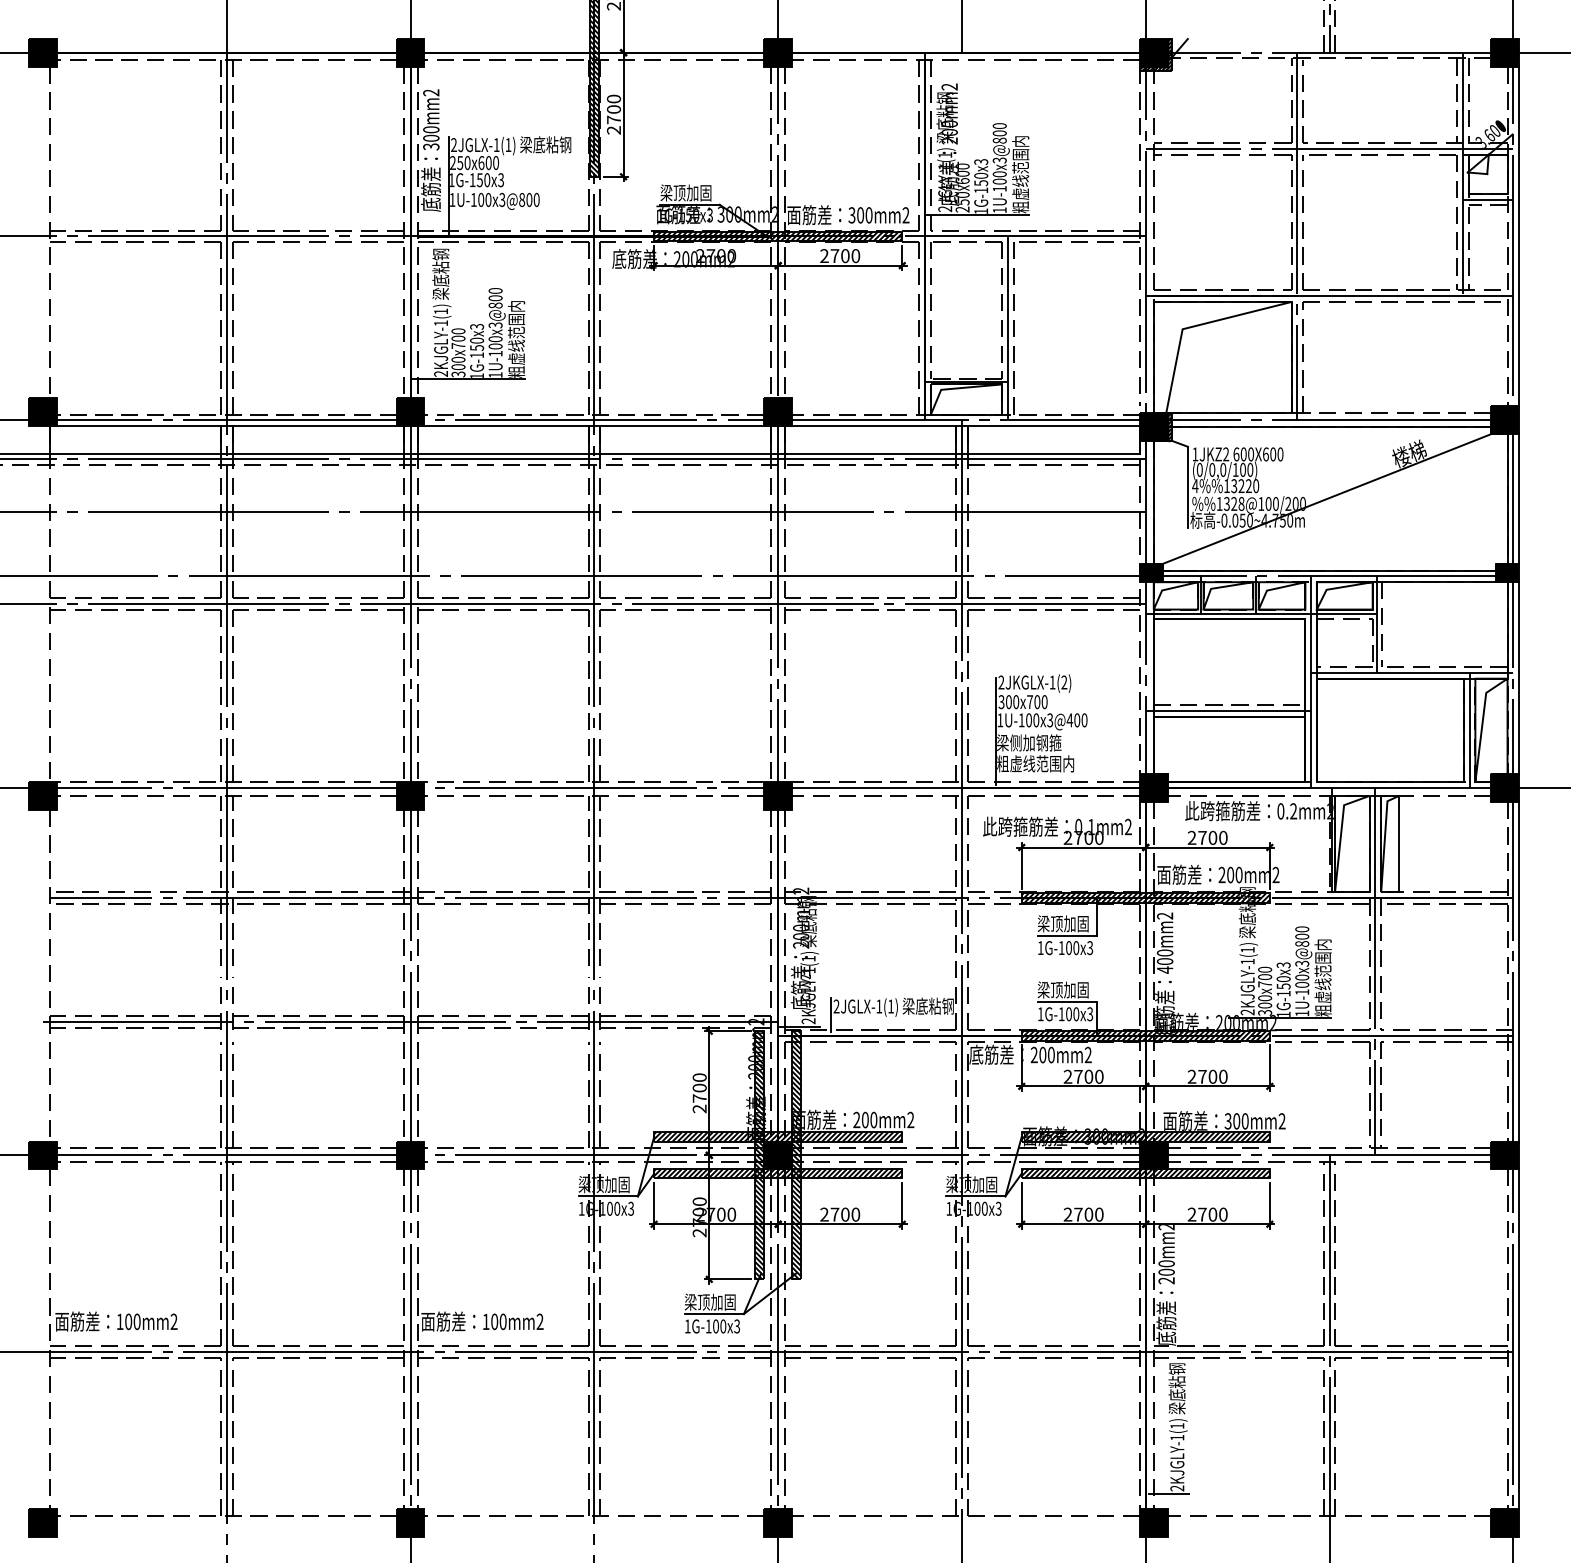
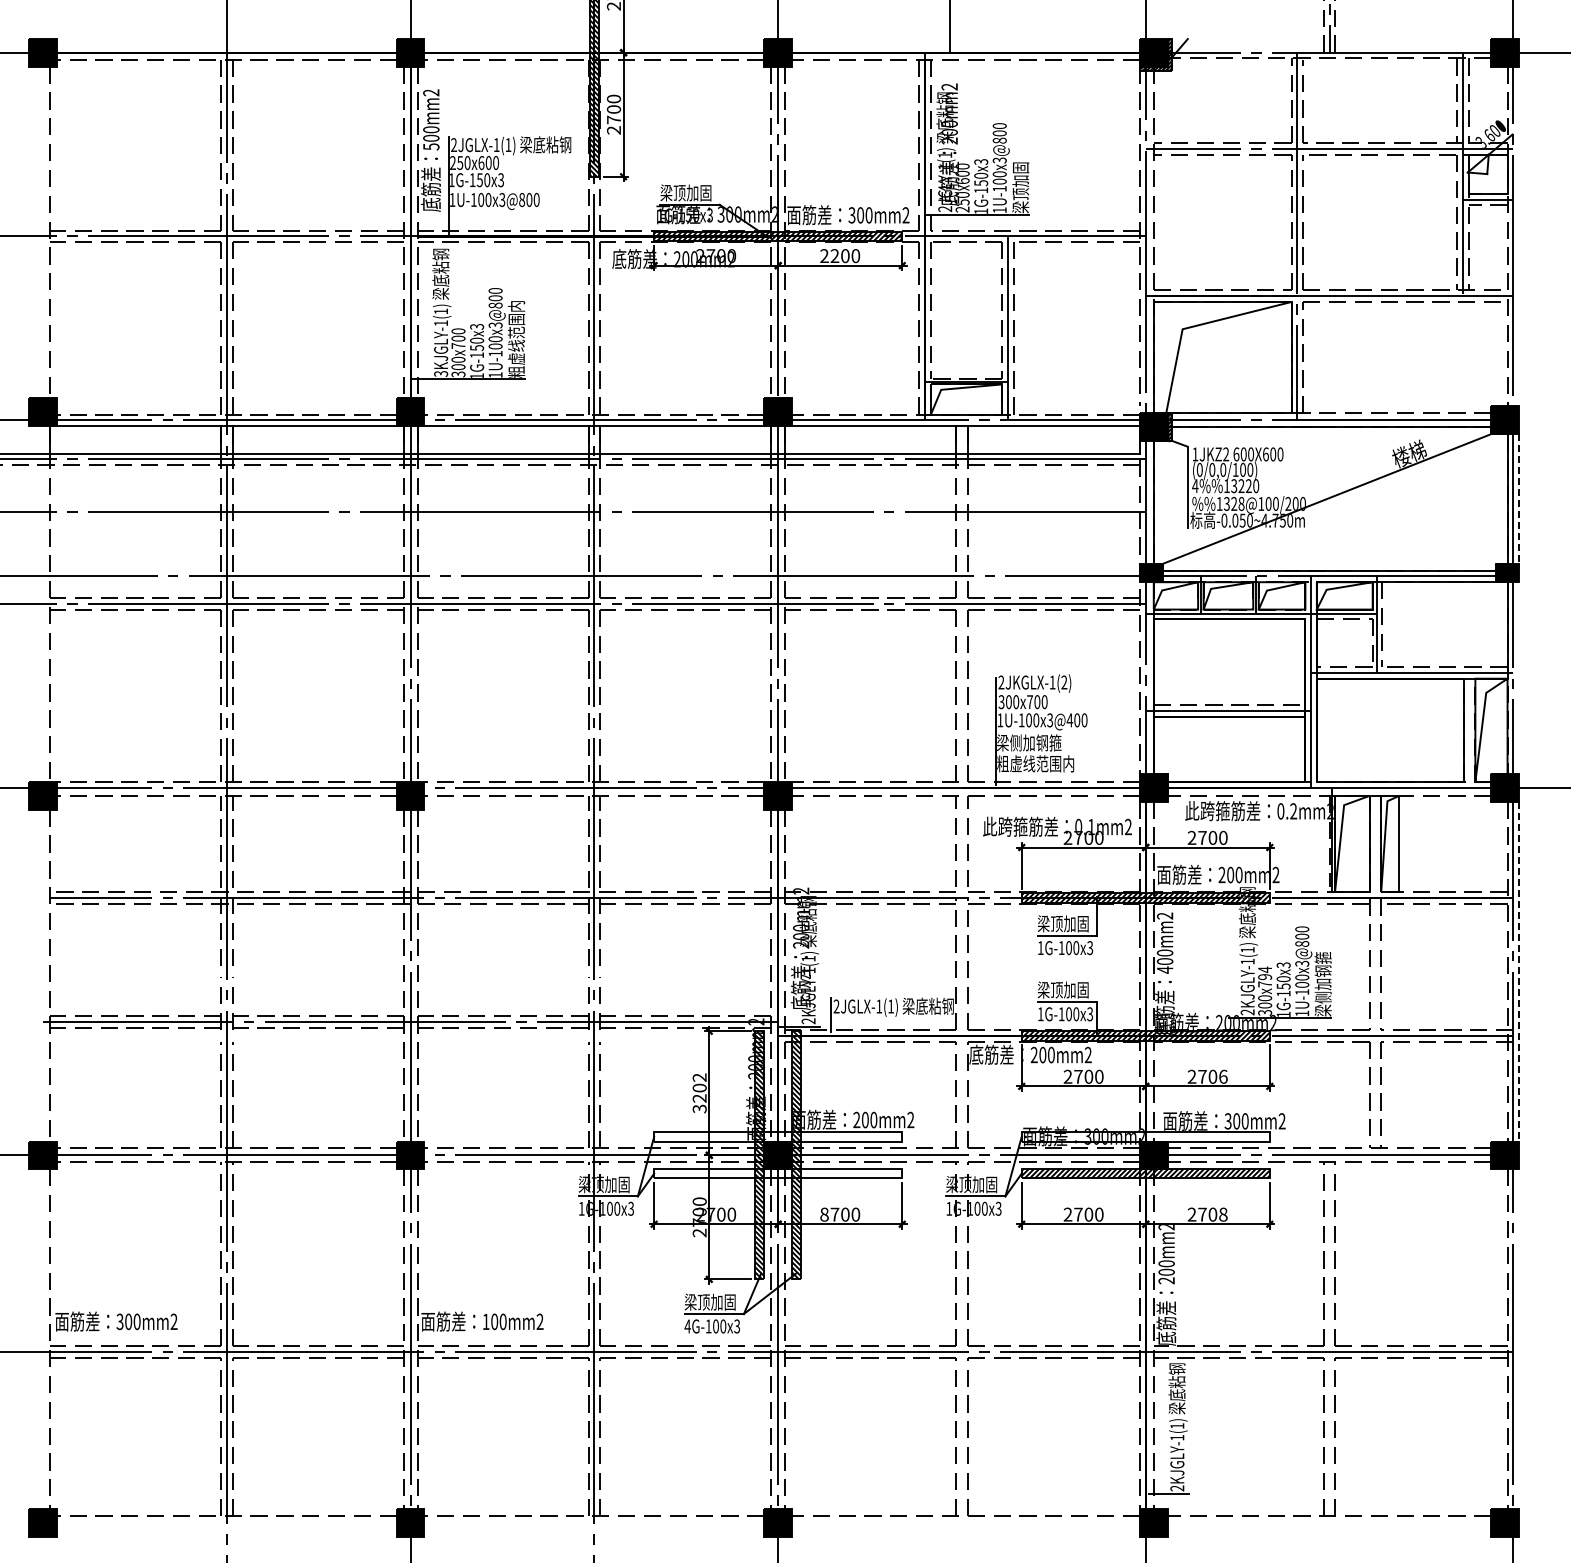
line at (961, 27) position: (961, 27) -> (949, 27)
text at (430, 146): 300mm2 -> 500mm2
text at (1020, 174): 粗虚线范围内 -> 梁顶加固
line at (1519, 236): present -> none
text at (834, 255): 2700 -> 2200
text at (441, 373): 2KJGLY-1(1) -> 3KJGLY-1(1)
line at (1519, 498): solid -> dashed
line at (1519, 678): present -> none
line at (1469, 729): present -> none
line at (1375, 971): present -> none
line at (1519, 971): solid -> dashed
text at (1265, 973): 300x700 -> 300x794
text at (1322, 977): 粗虚线范围内 -> 梁侧加钢箍
line at (961, 989): present -> none
text at (1223, 1076): 2700 -> 2706
text at (699, 1093): 2700 -> 3202
hatch at (778, 1136): present -> none
hatch at (1145, 1136): present -> none
hatch at (778, 1173): present -> none
text at (824, 1214): 2700 -> 8700
text at (1223, 1214): 2700 -> 2708
text at (119, 1321): 100mm2 -> 300mm2
text at (687, 1326): 1G-100x3 -> 4G-100x3
line at (1519, 1339): present -> none
line at (1329, 1357): present -> none
